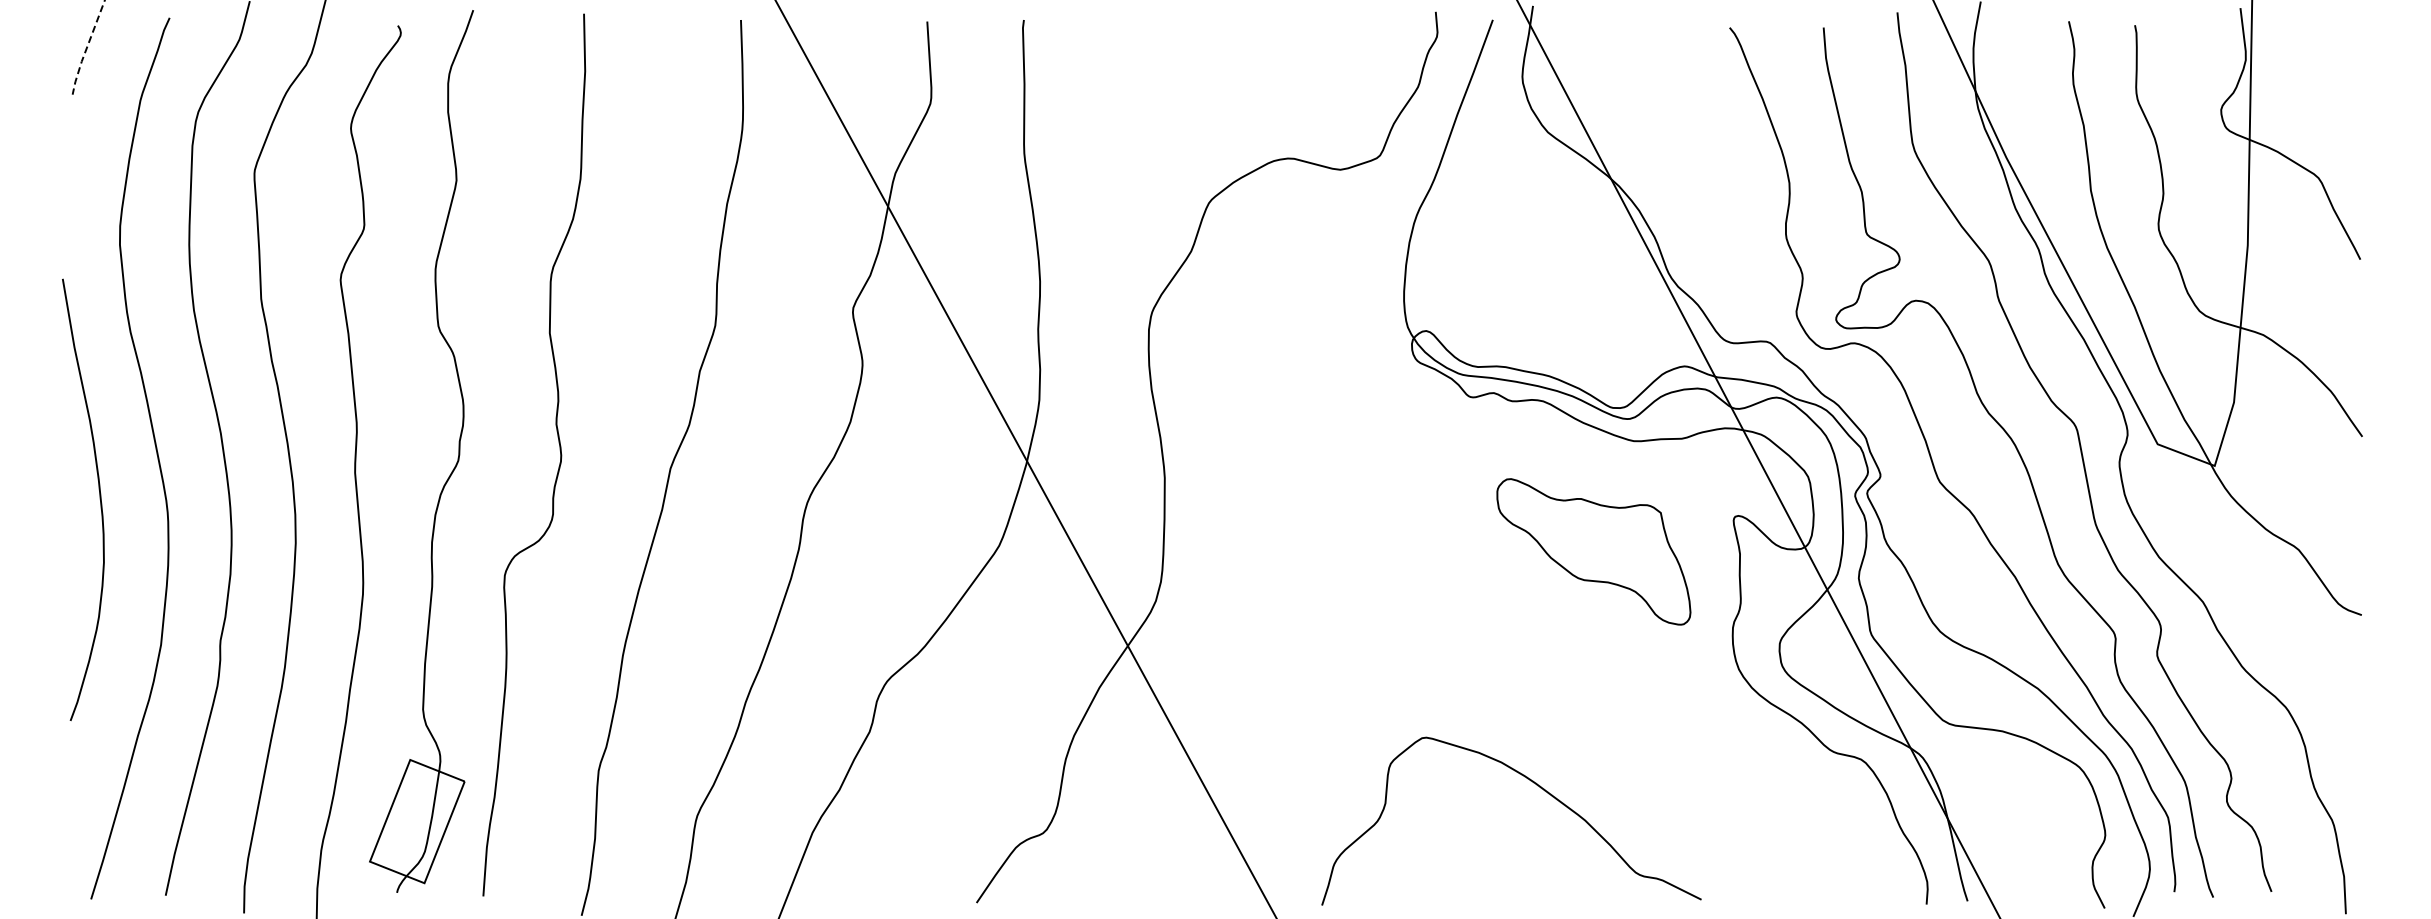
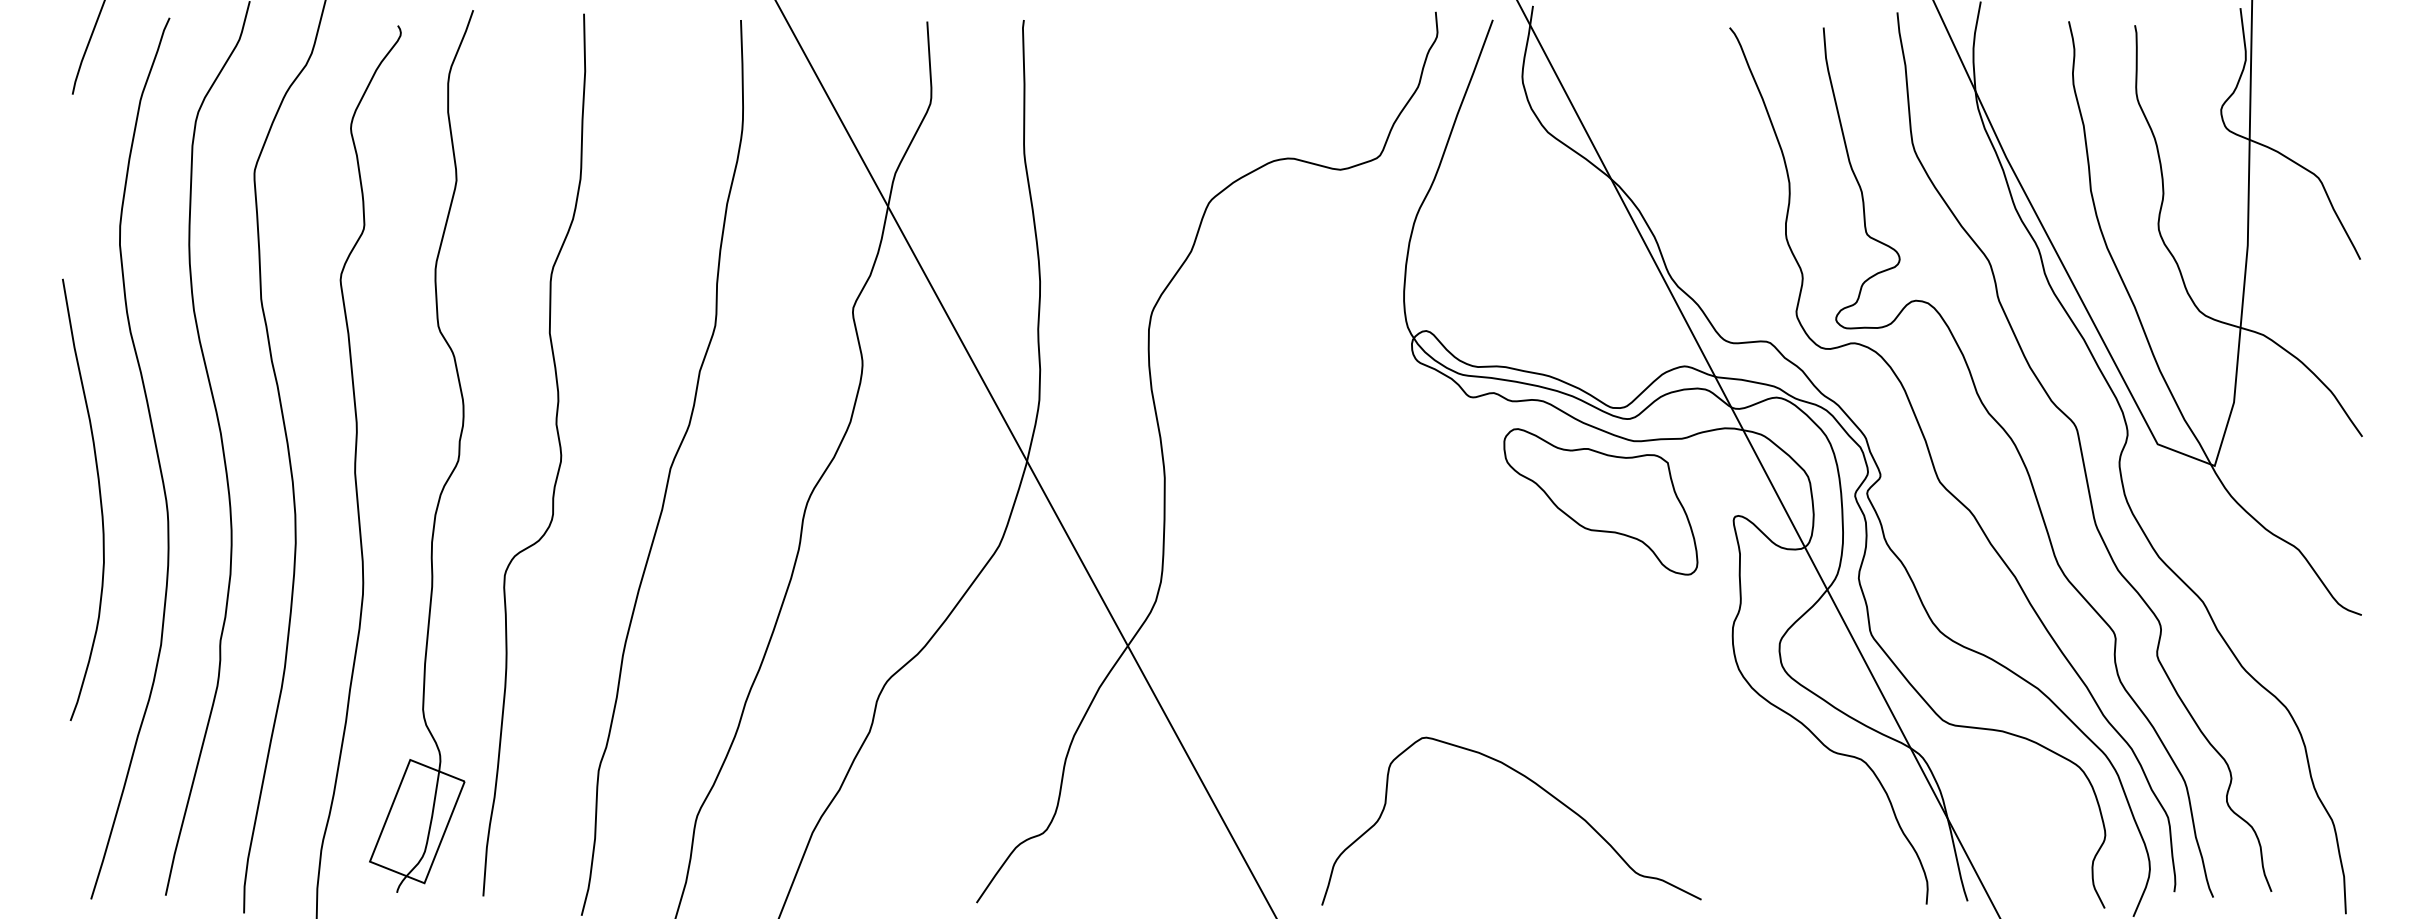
line at (86, 49): dashed -> solid
part at (1593, 551) position: (1593, 551) -> (1600, 501)
